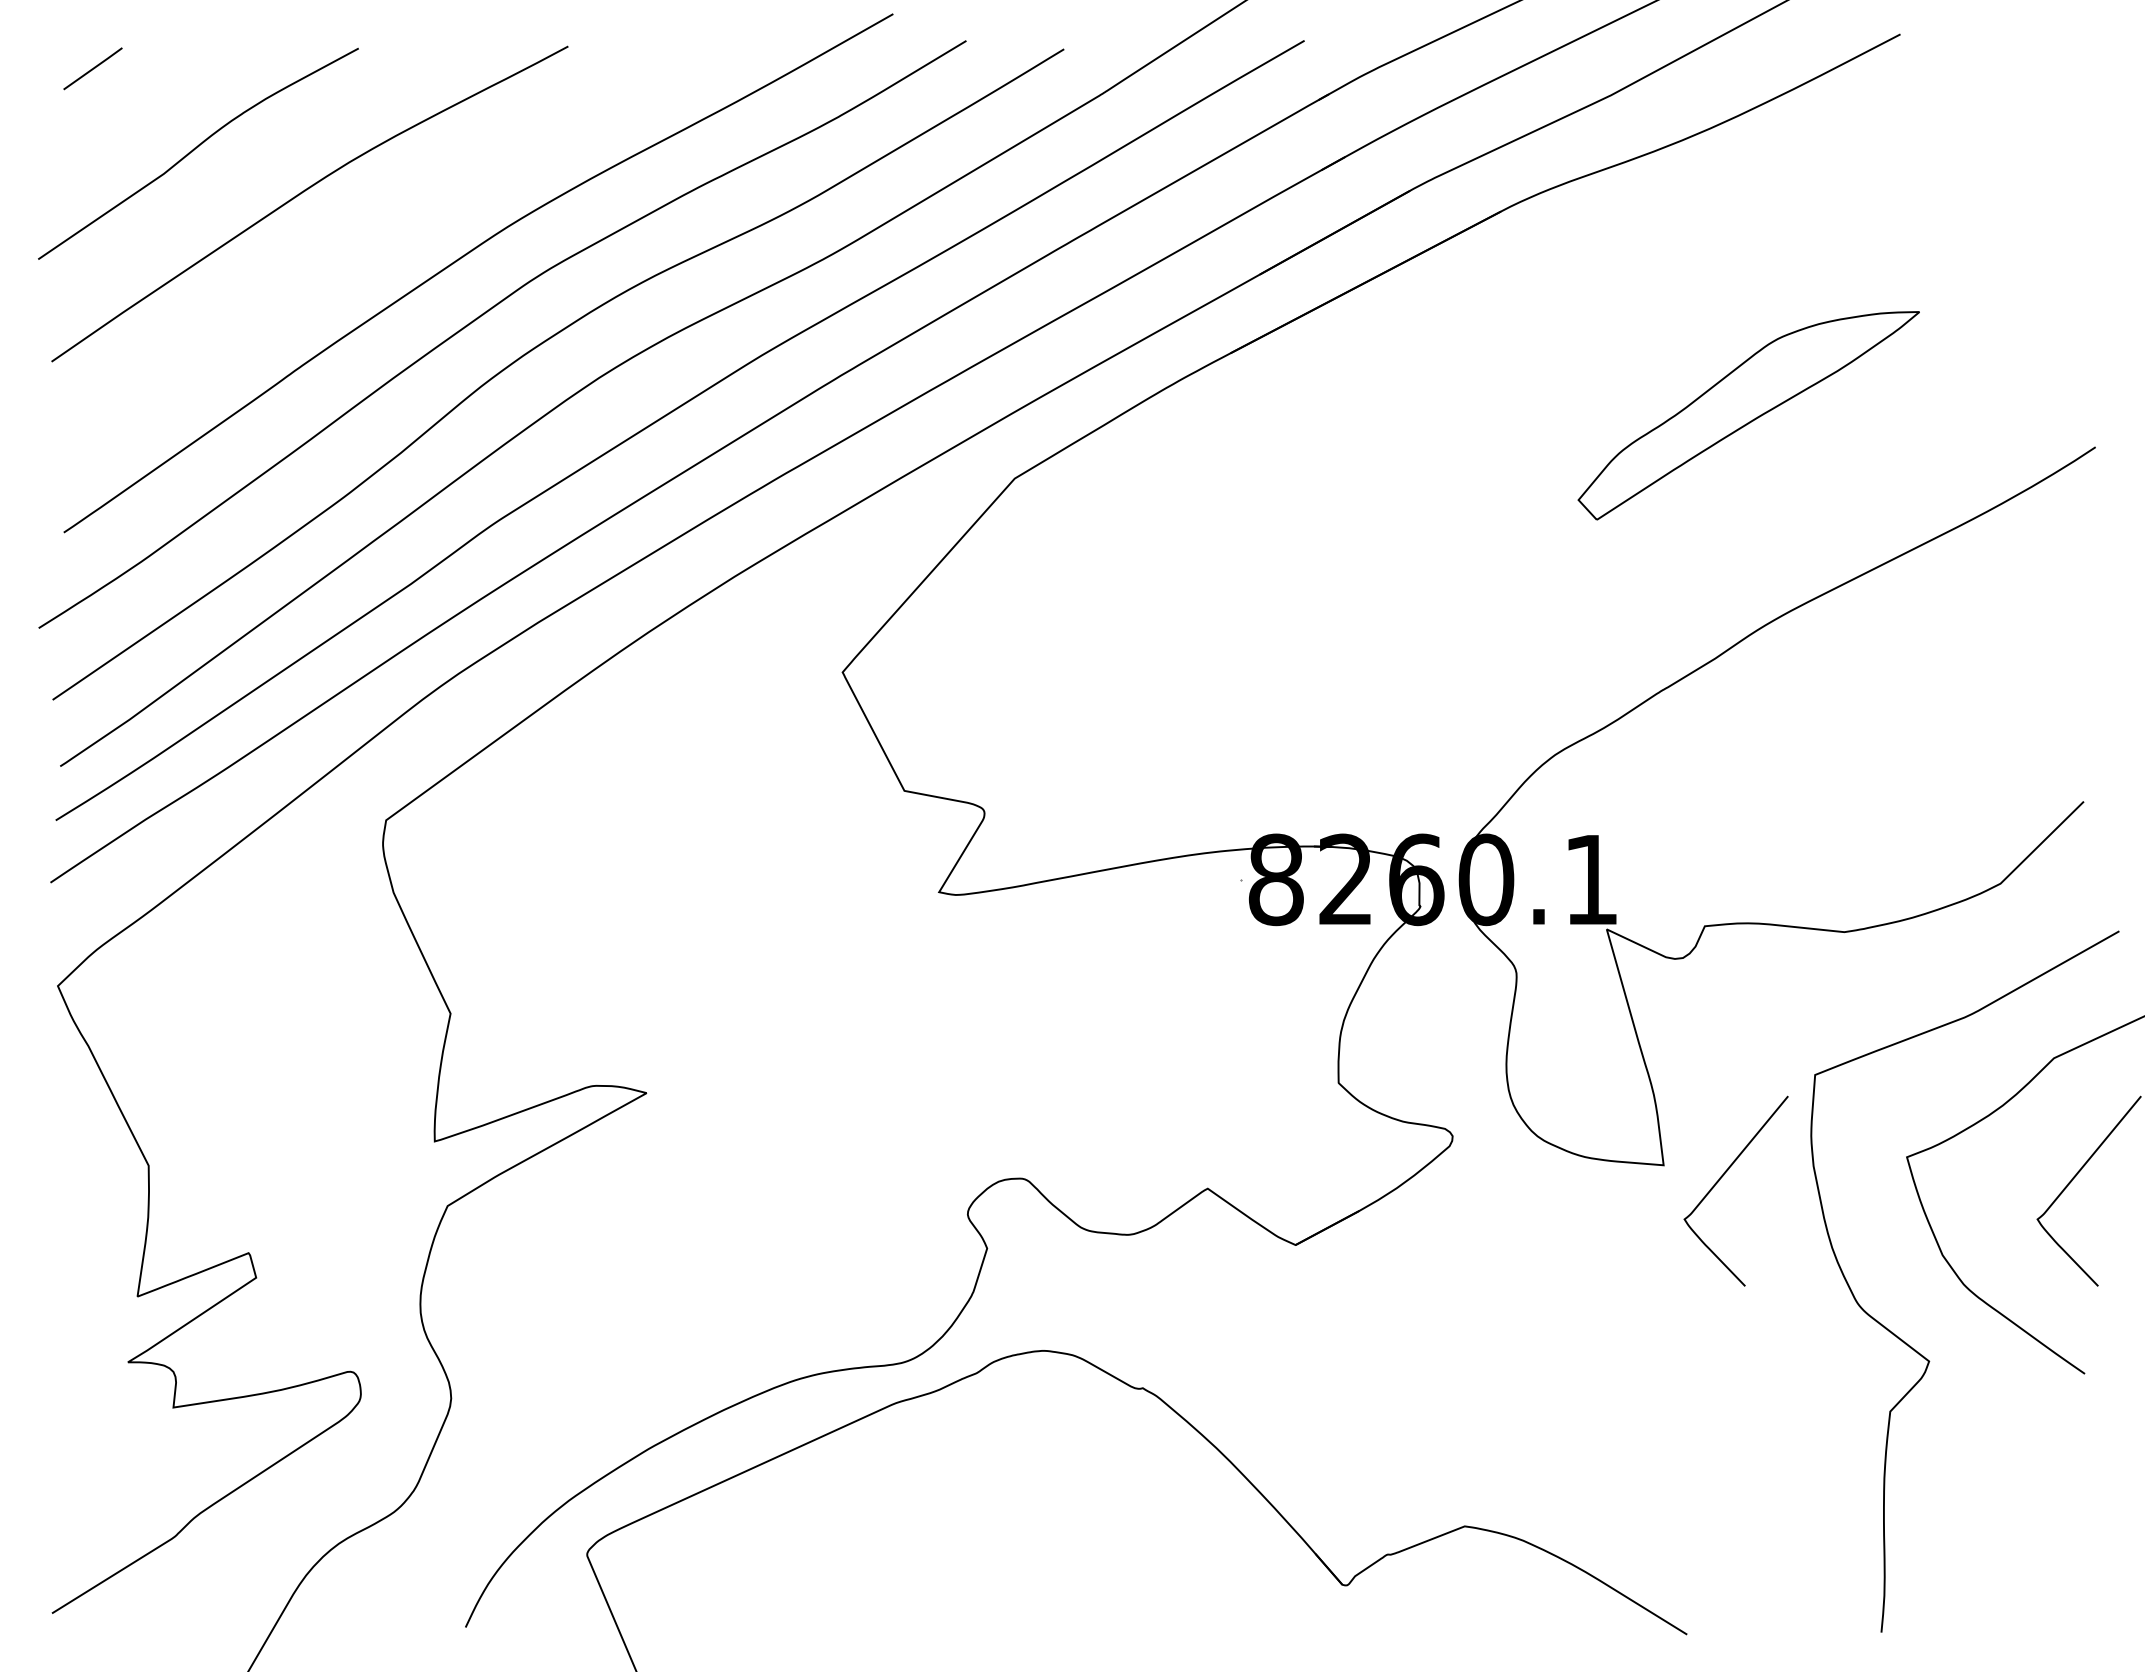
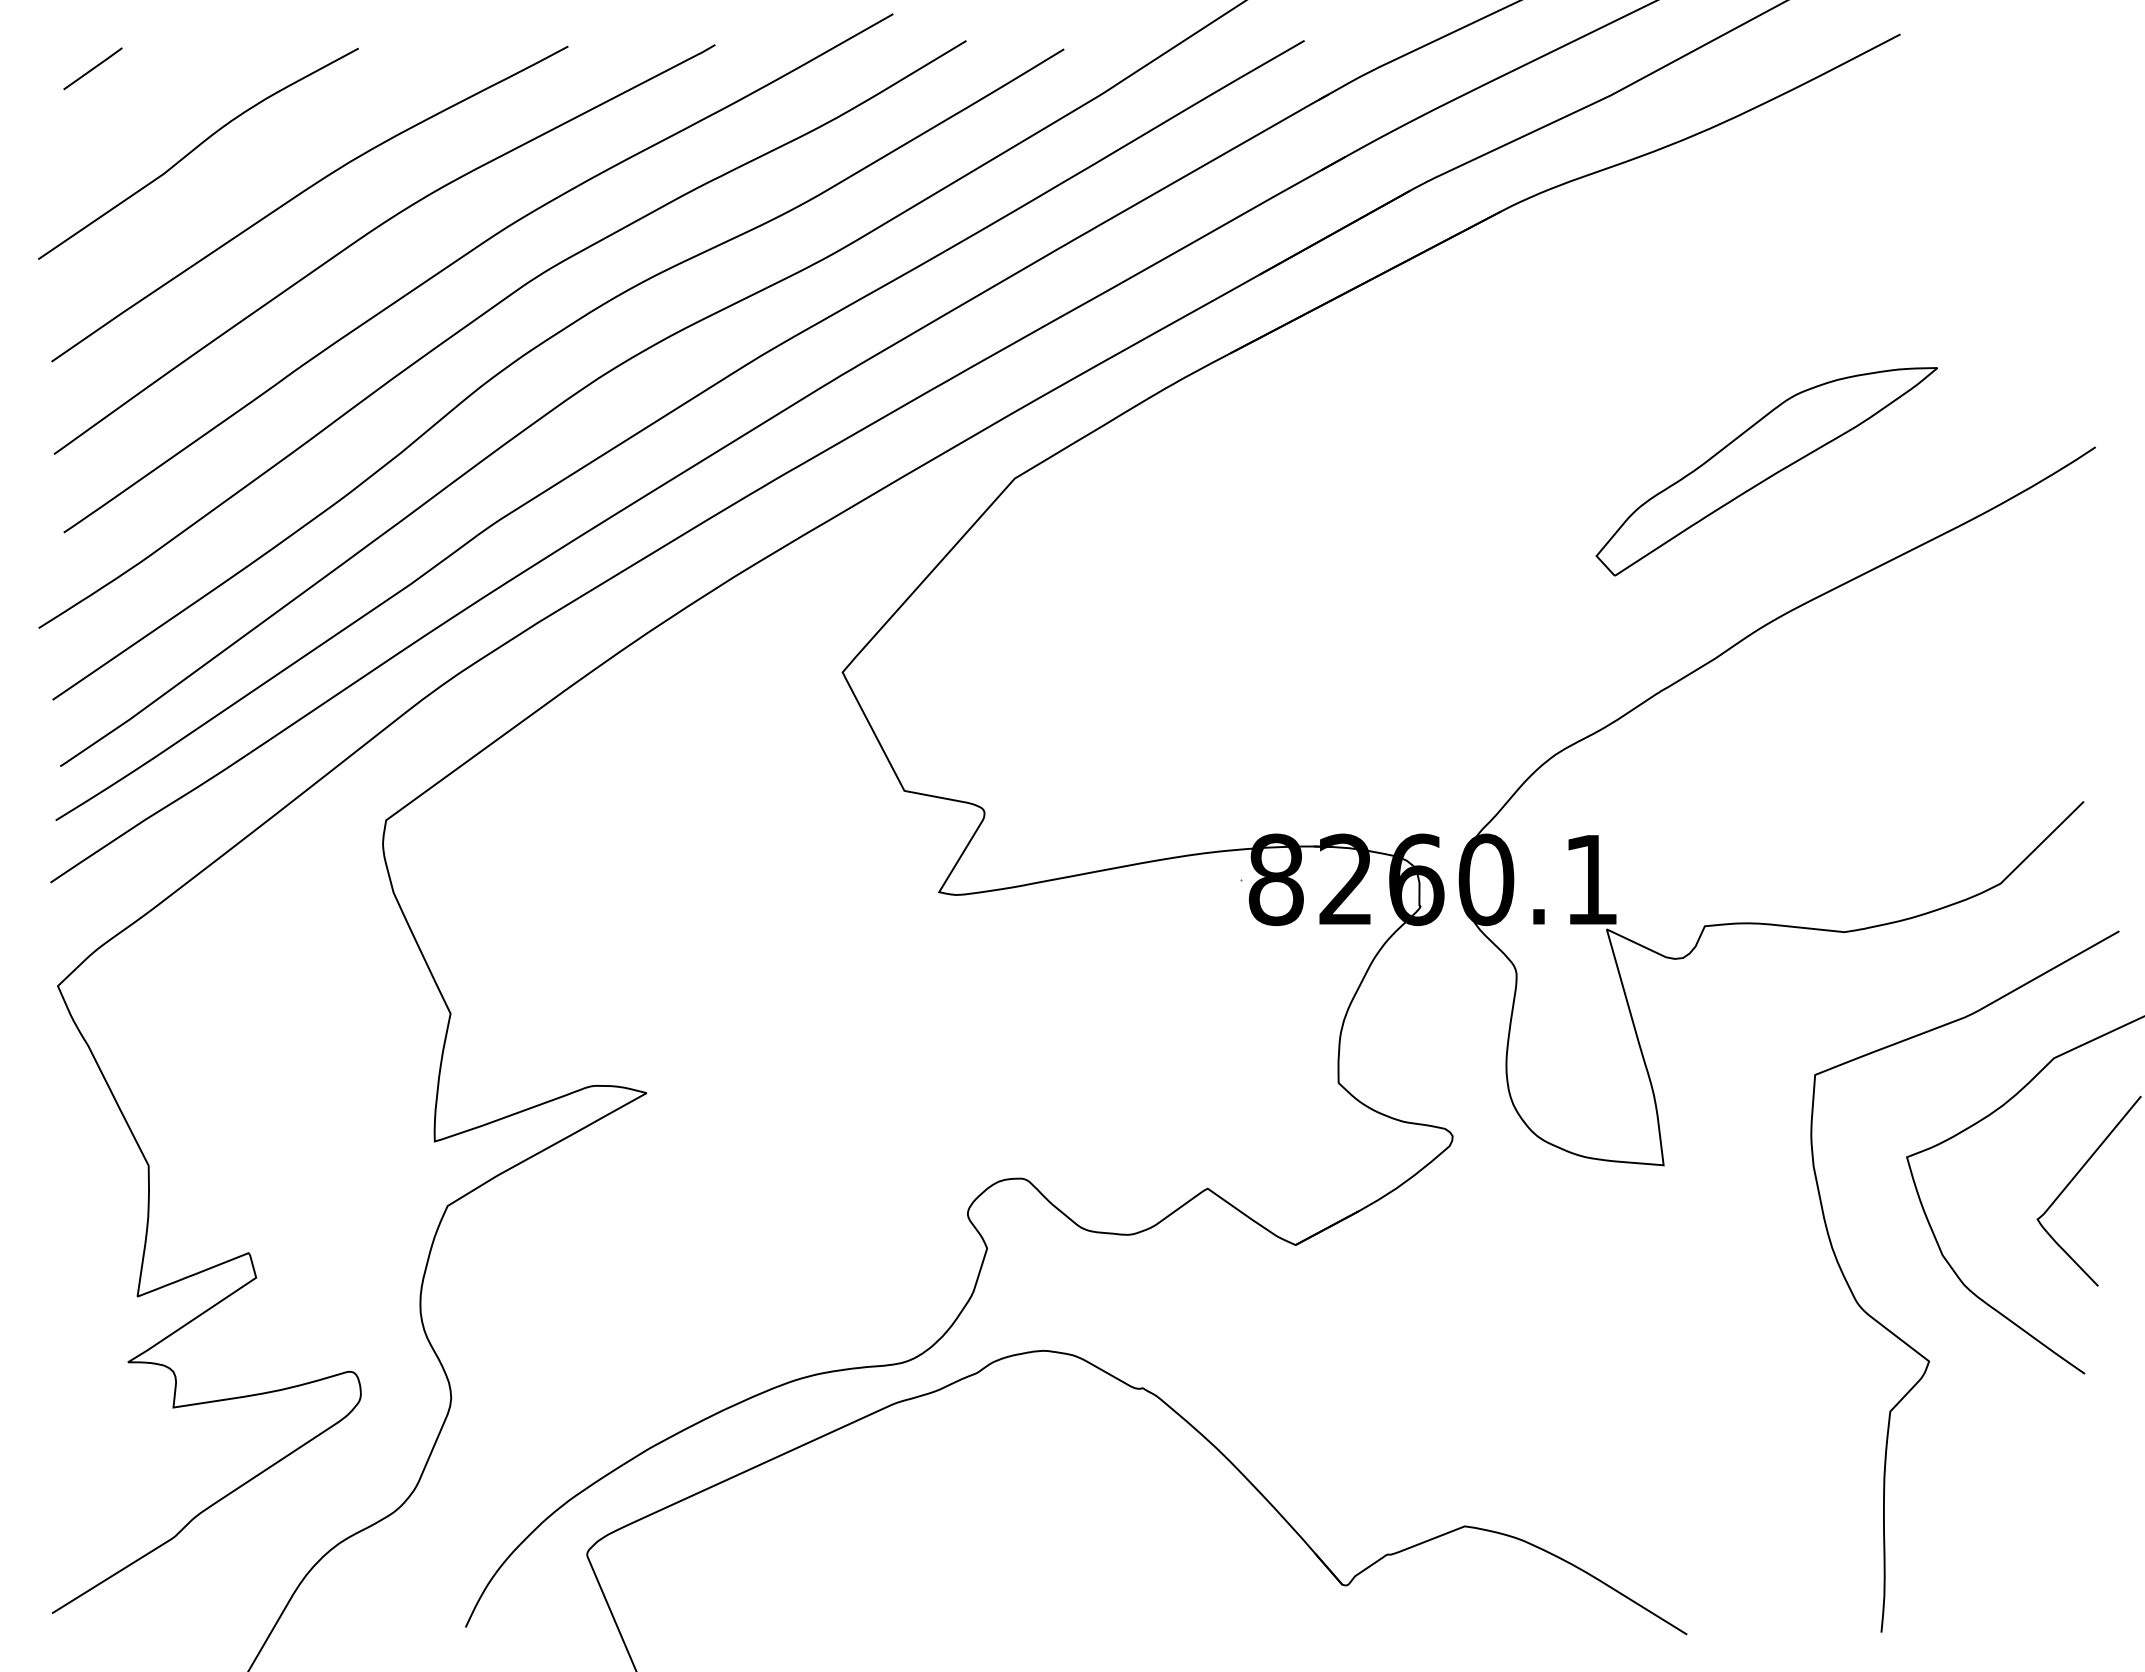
curve at (371, 232): none -> present
part at (1748, 415) position: (1748, 415) -> (1766, 471)
curve at (1719, 1181): present -> none
